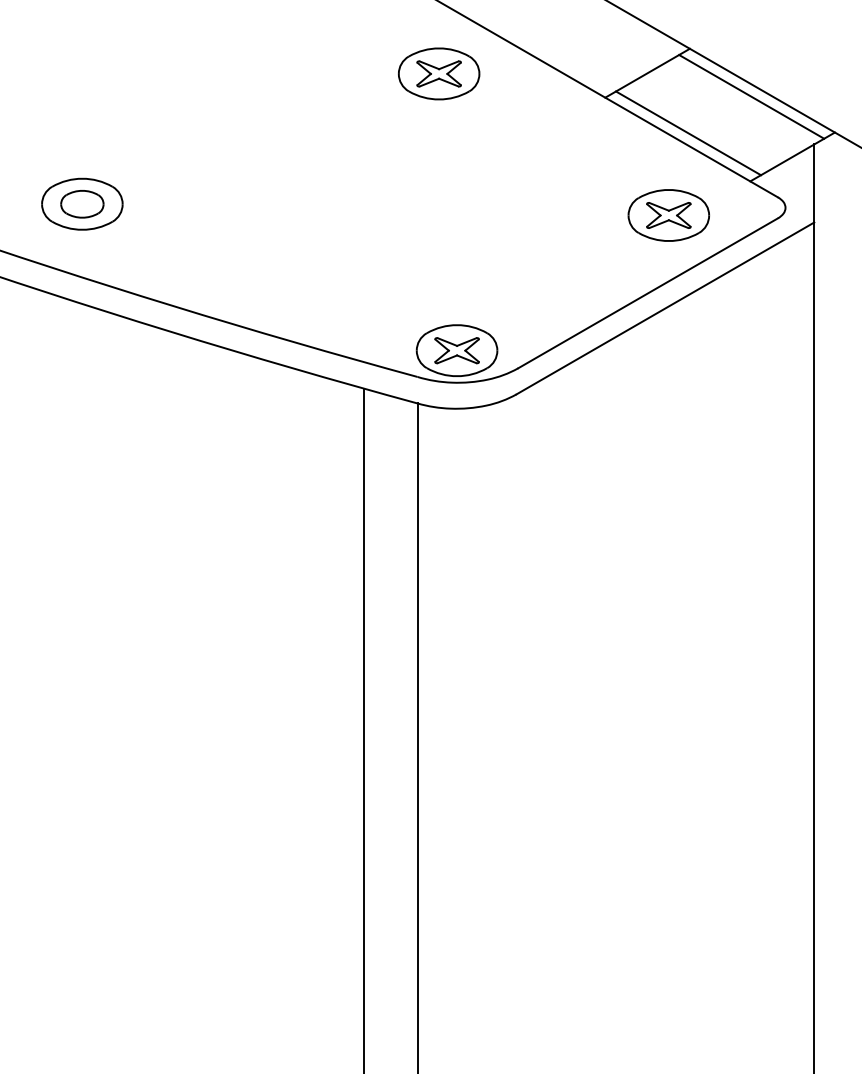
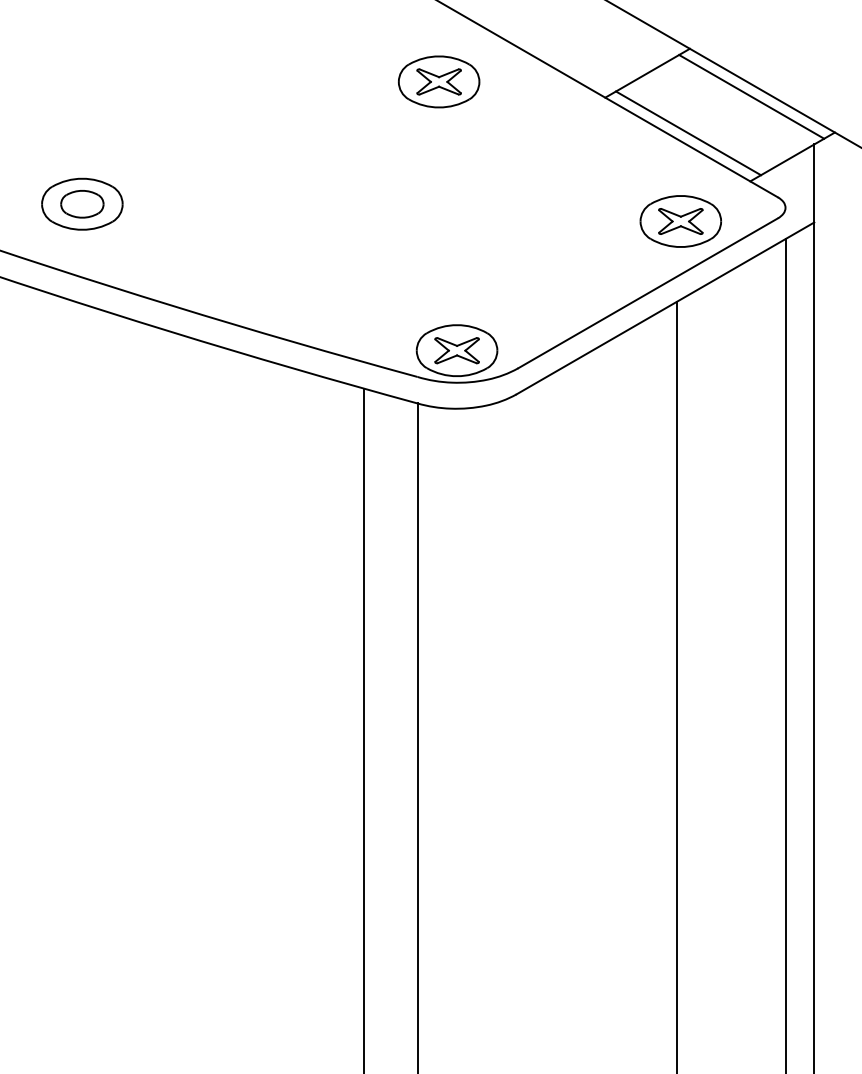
part at (439, 73) position: (439, 73) -> (439, 81)
part at (668, 215) position: (668, 215) -> (680, 221)
line at (786, 654): none -> present
line at (676, 686): none -> present
